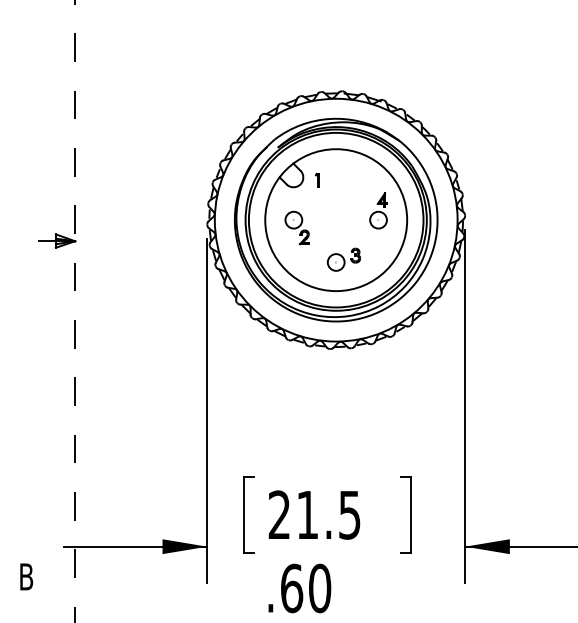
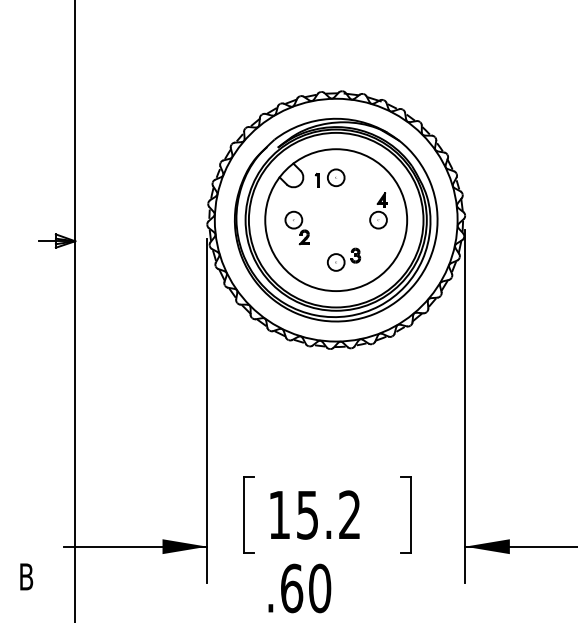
part at (336, 177): none -> present
line at (75, 311): dashed -> solid
text at (314, 514): 21.5 -> 15.2
